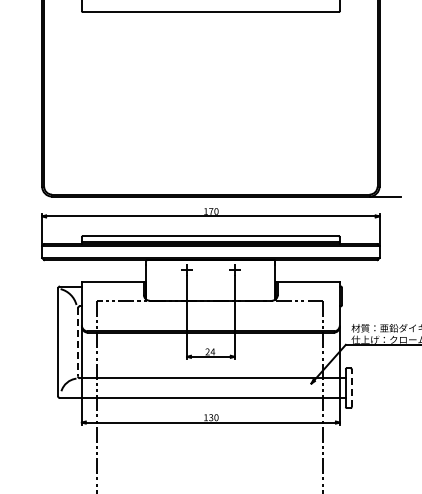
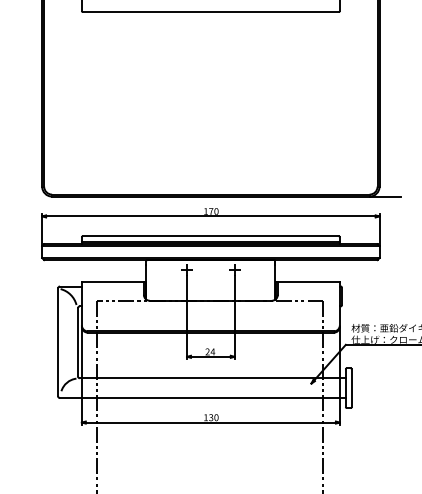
line at (77, 342): dashed -> solid
line at (351, 388): dashed -> solid
